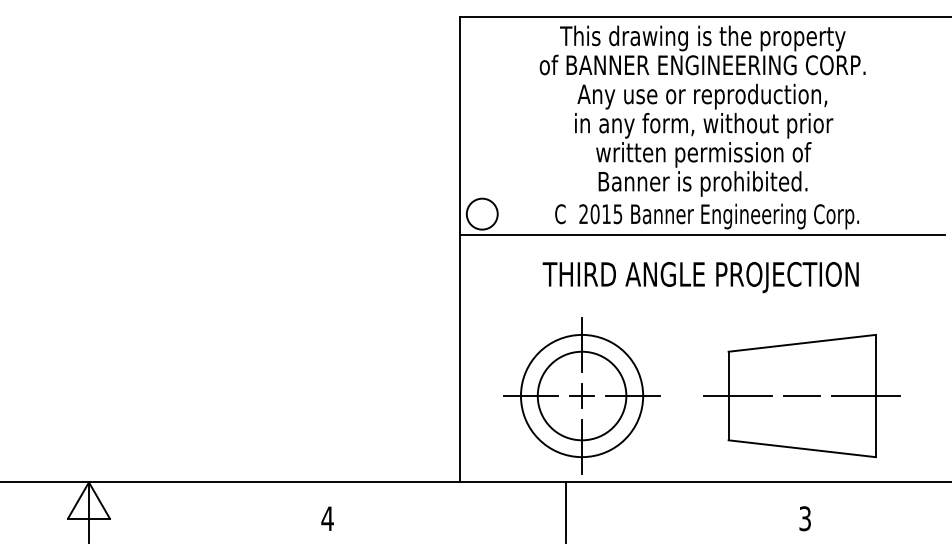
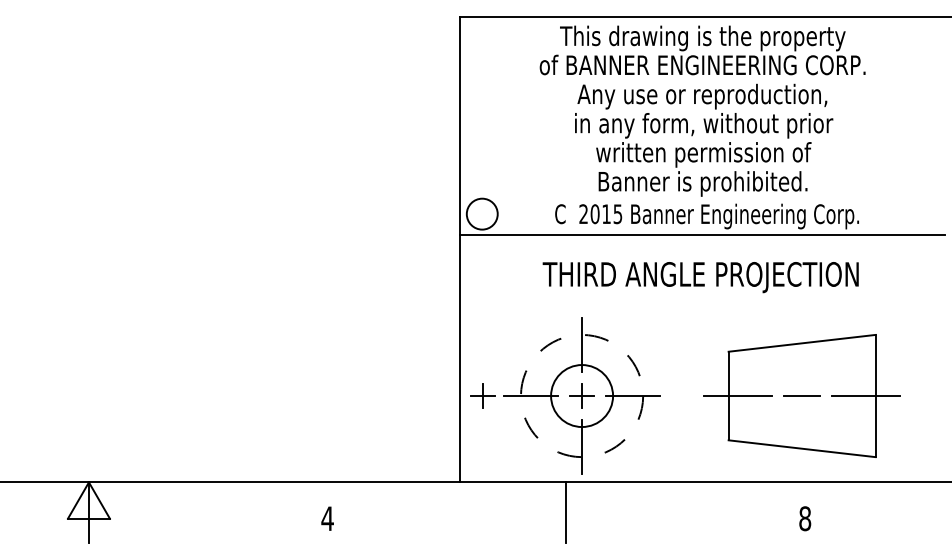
part at (482, 395): none -> present
circle at (581, 395) diameter: 89 px -> 62 px
circle at (581, 395): solid -> dashed
text at (805, 518): 3 -> 8
